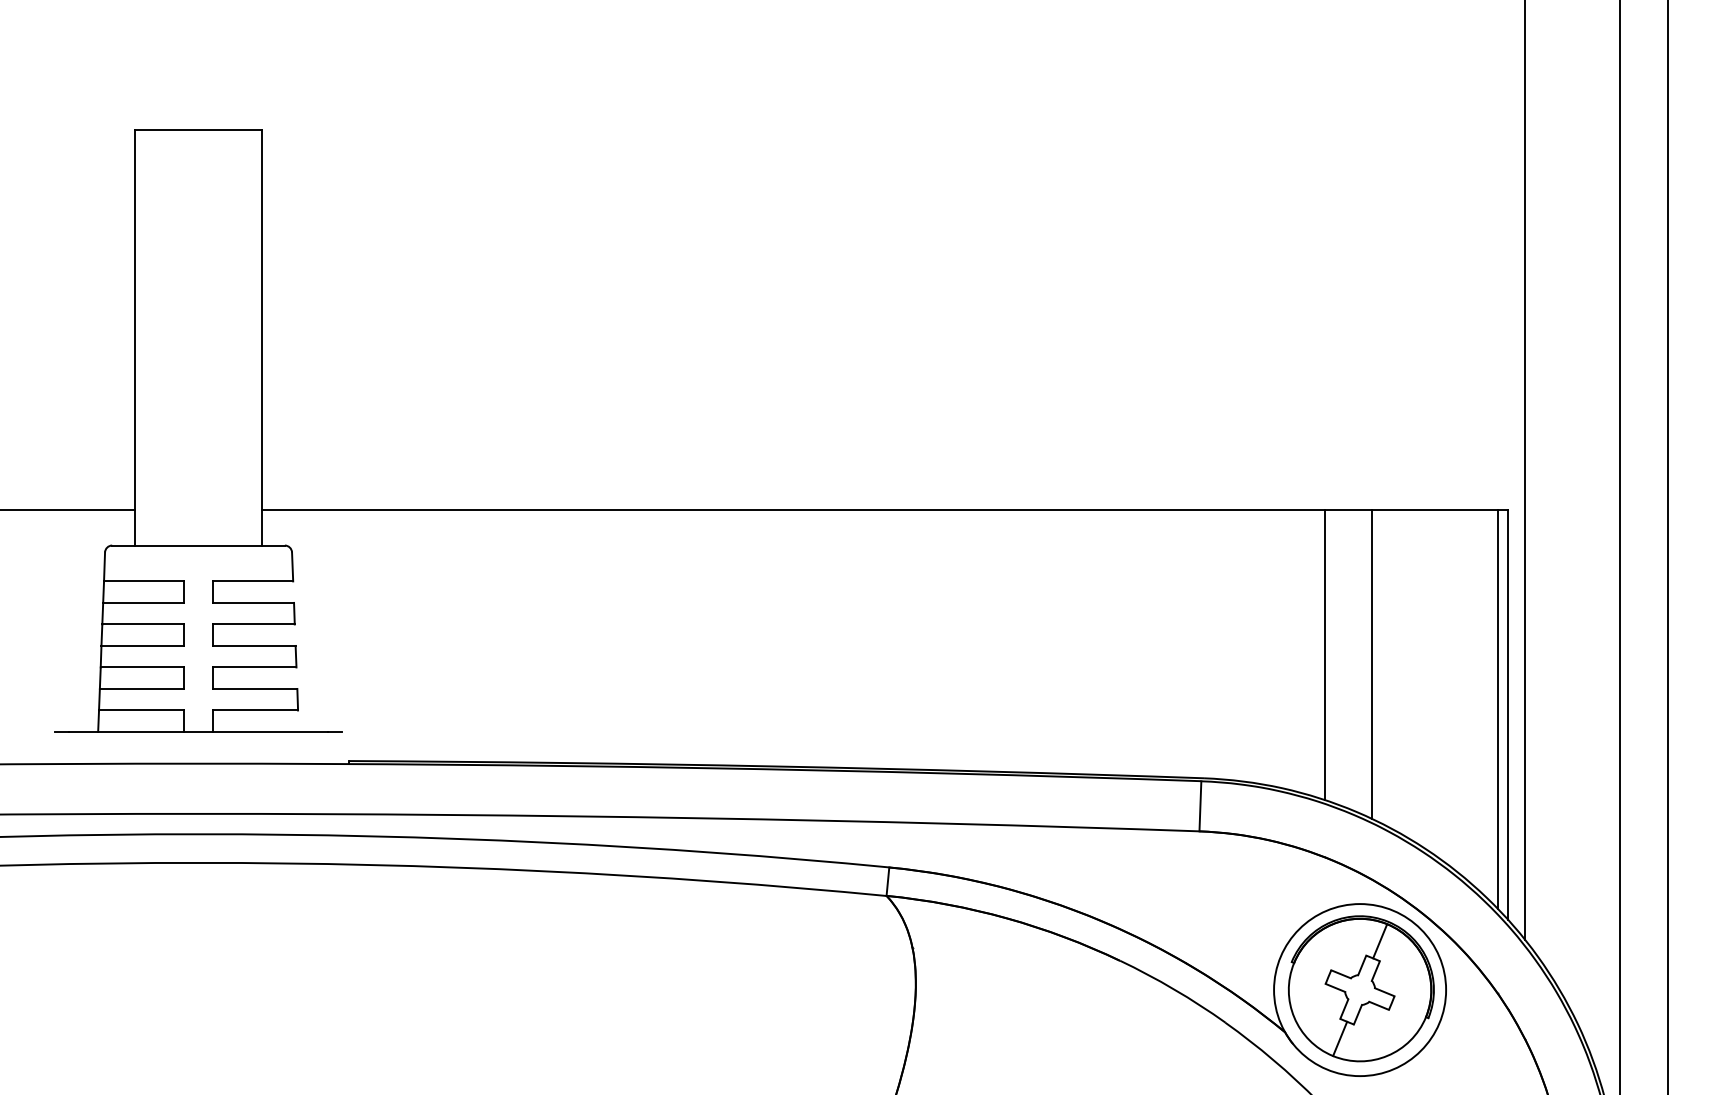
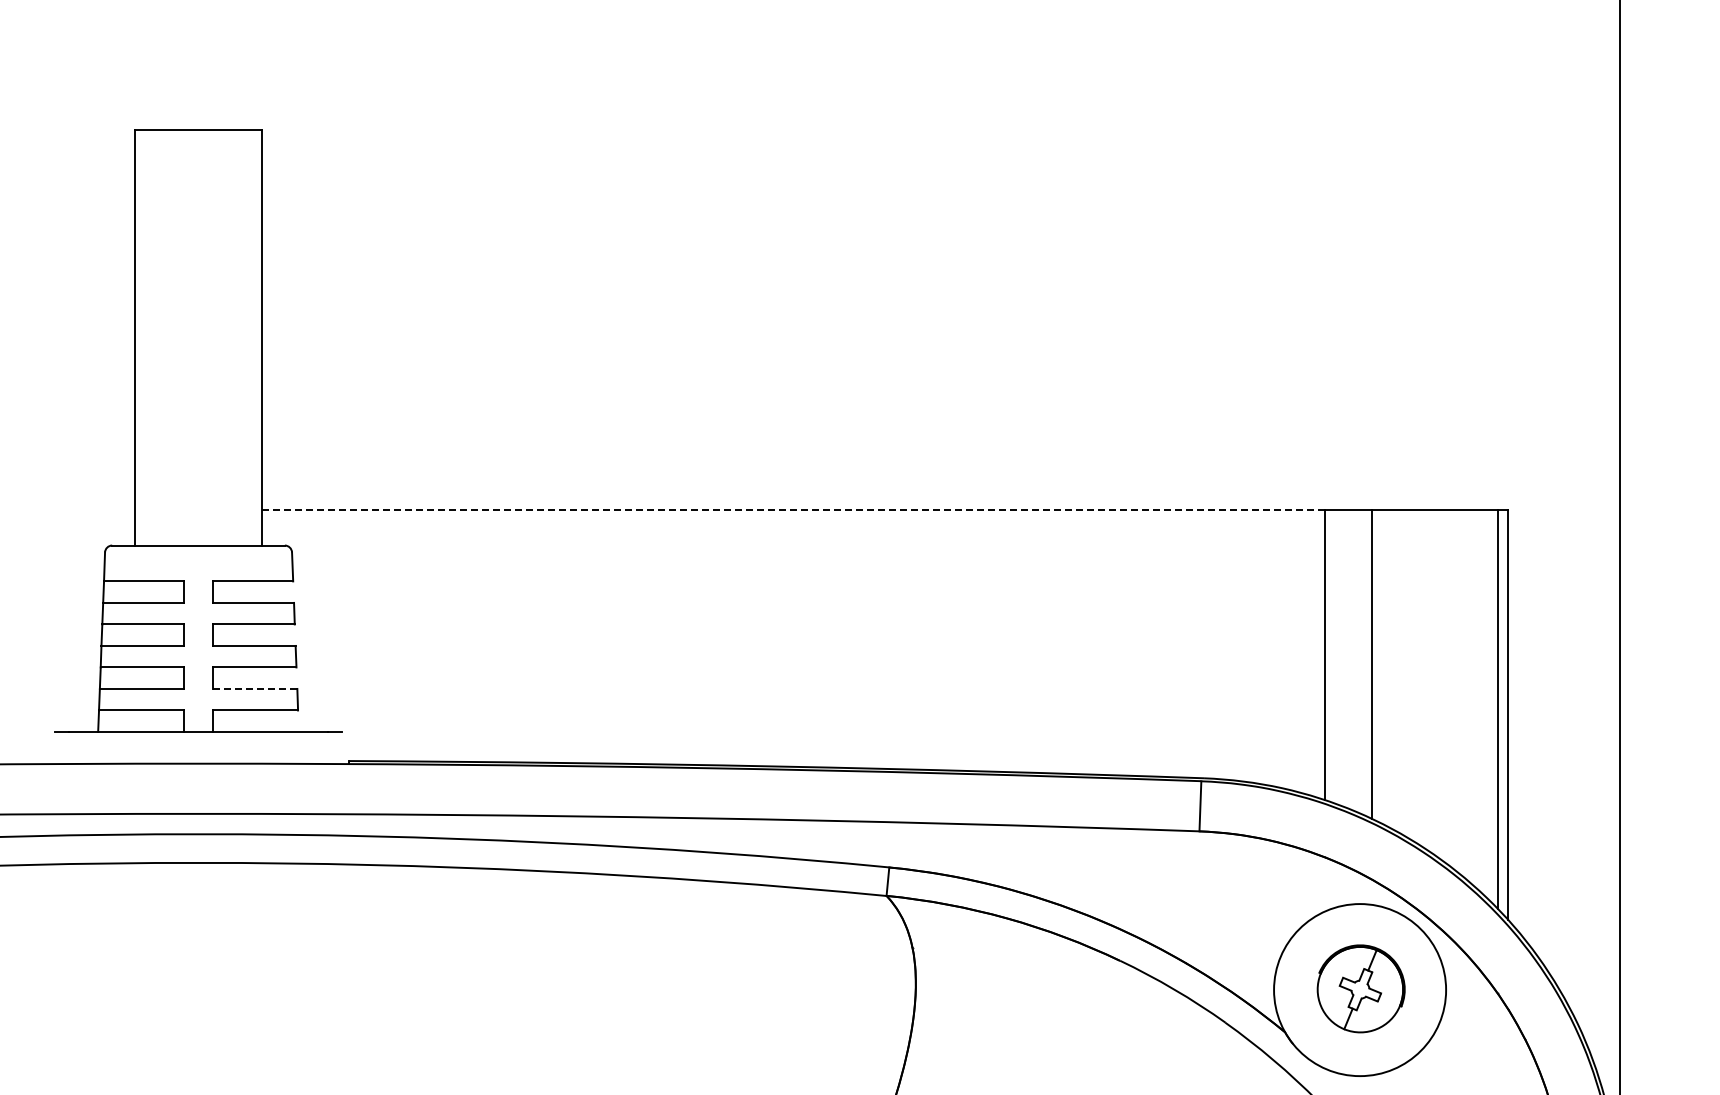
line at (1525, 470): present -> none
line at (68, 509): present -> none
line at (793, 509): solid -> dashed
line at (1668, 546): present -> none
line at (254, 688): solid -> dashed
part at (1360, 988) size: 148x148 px -> 90x90 px
